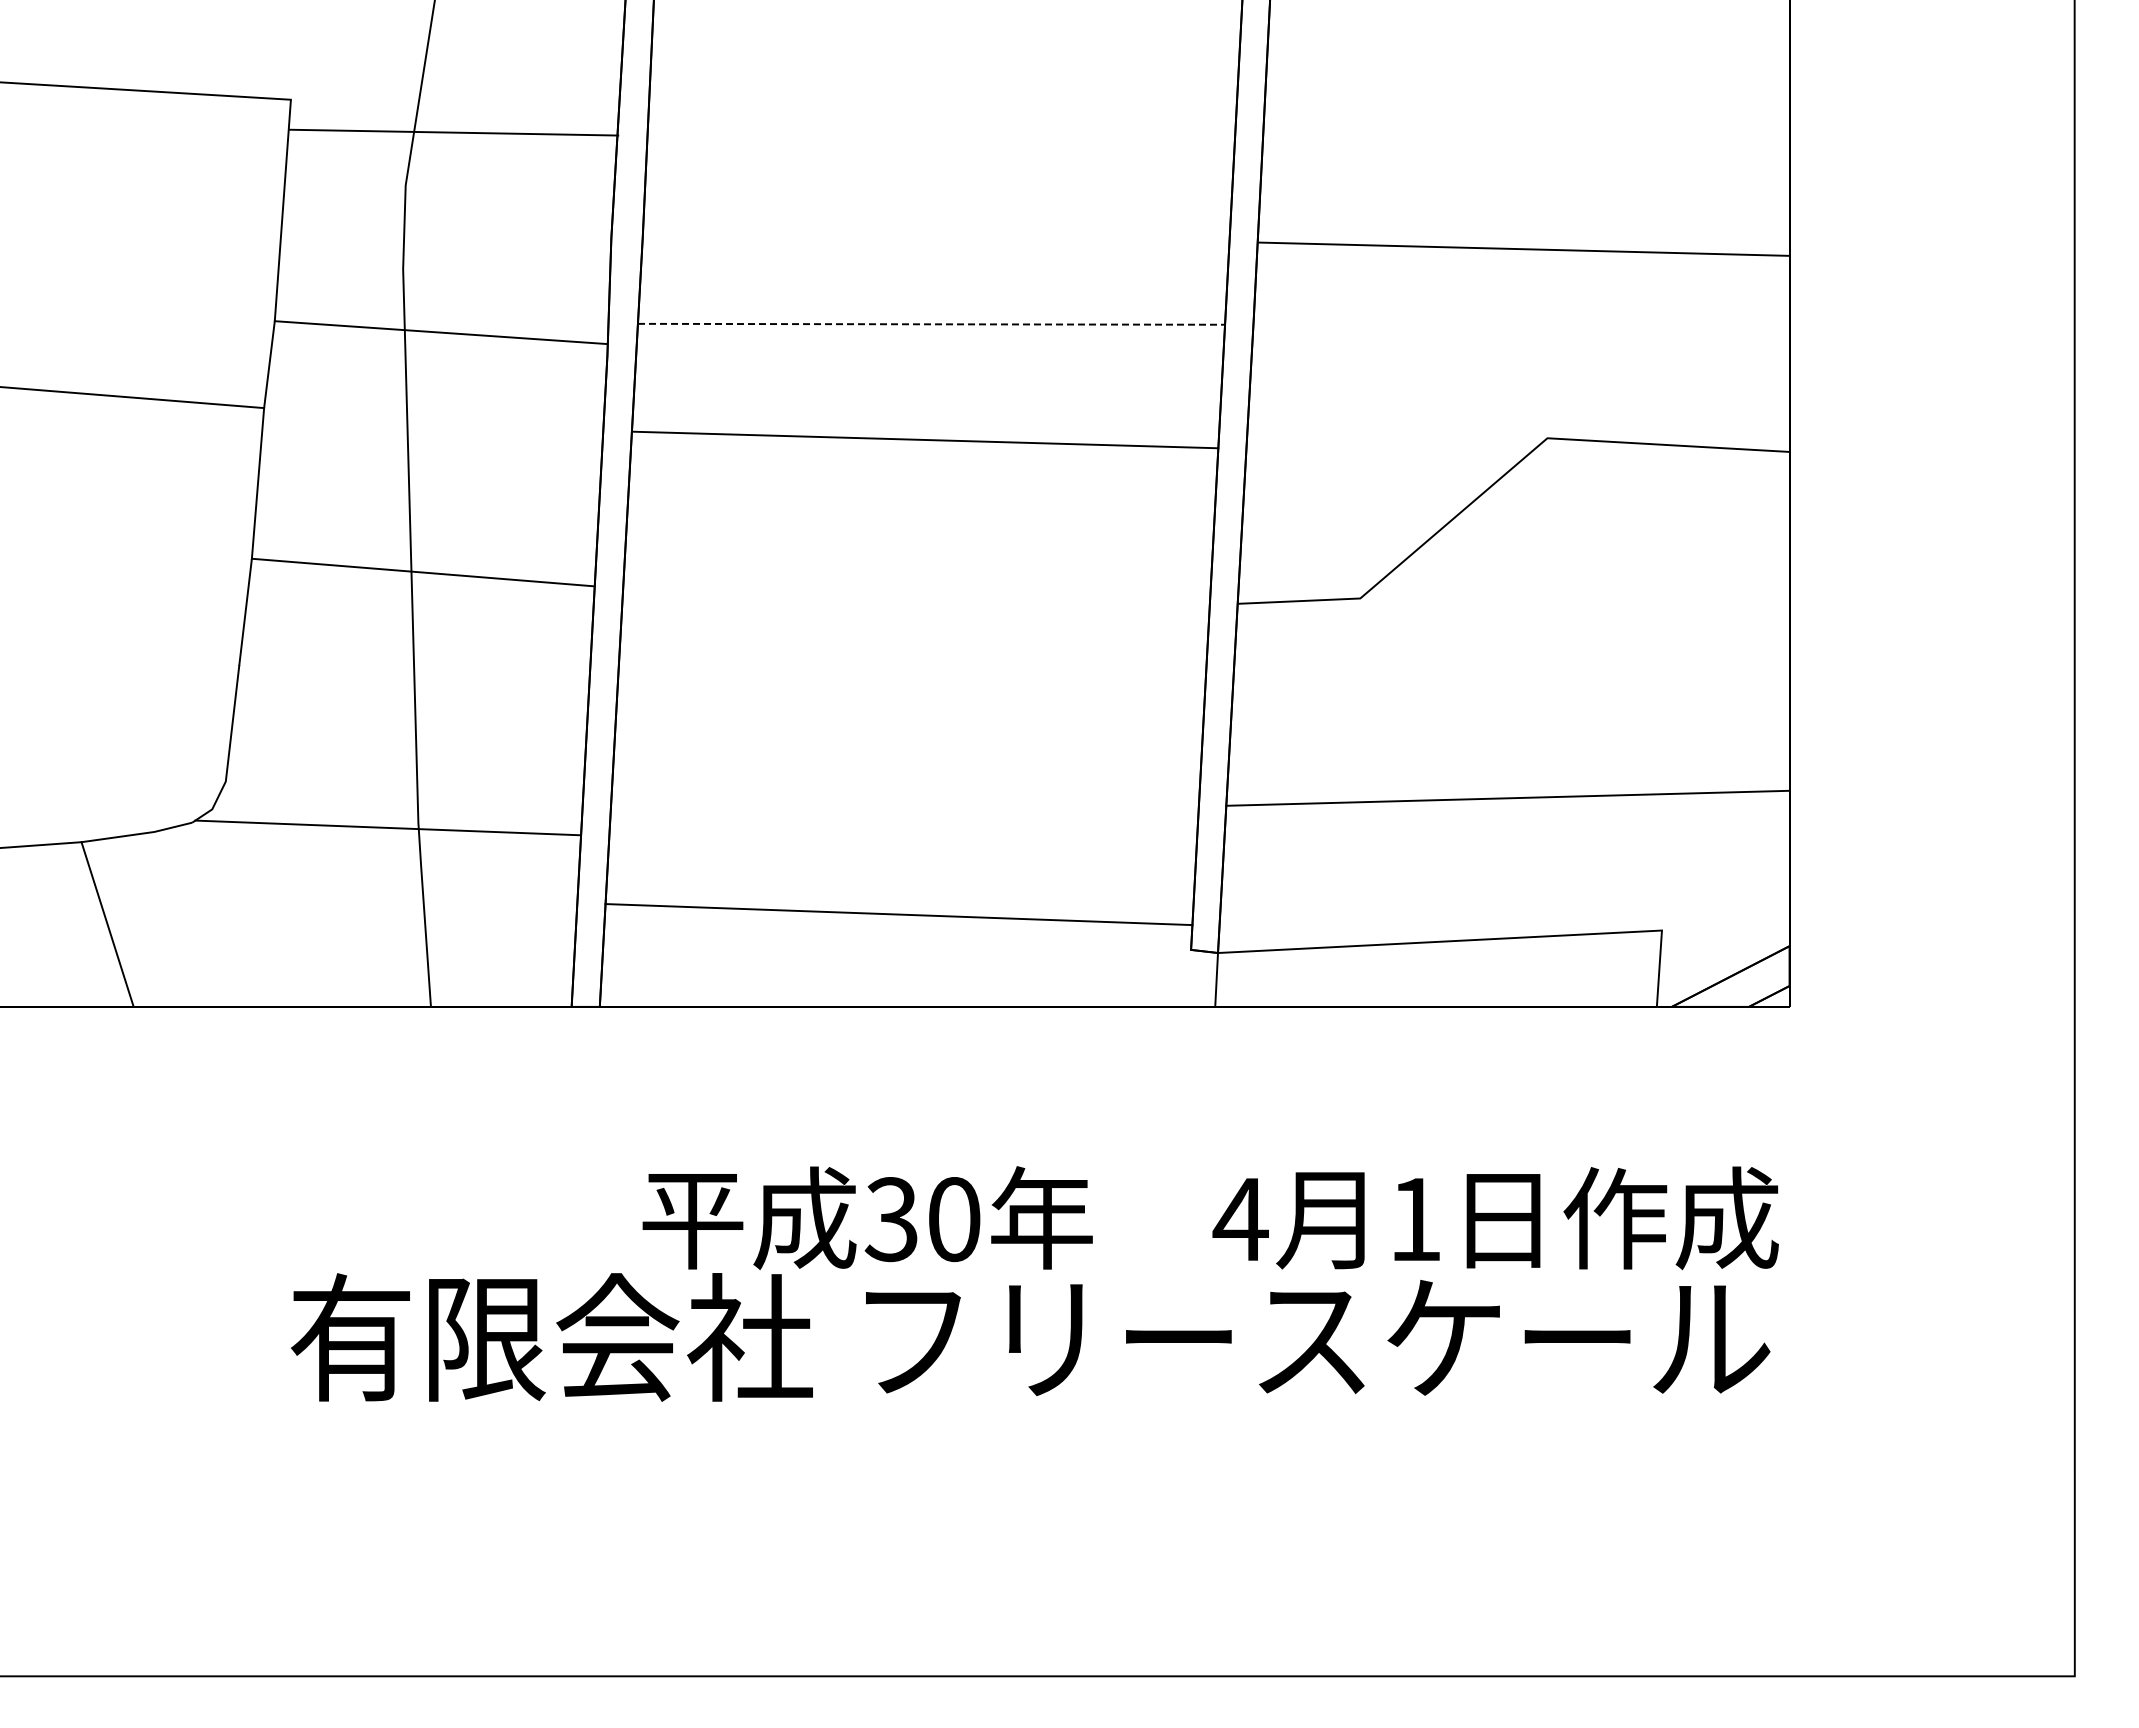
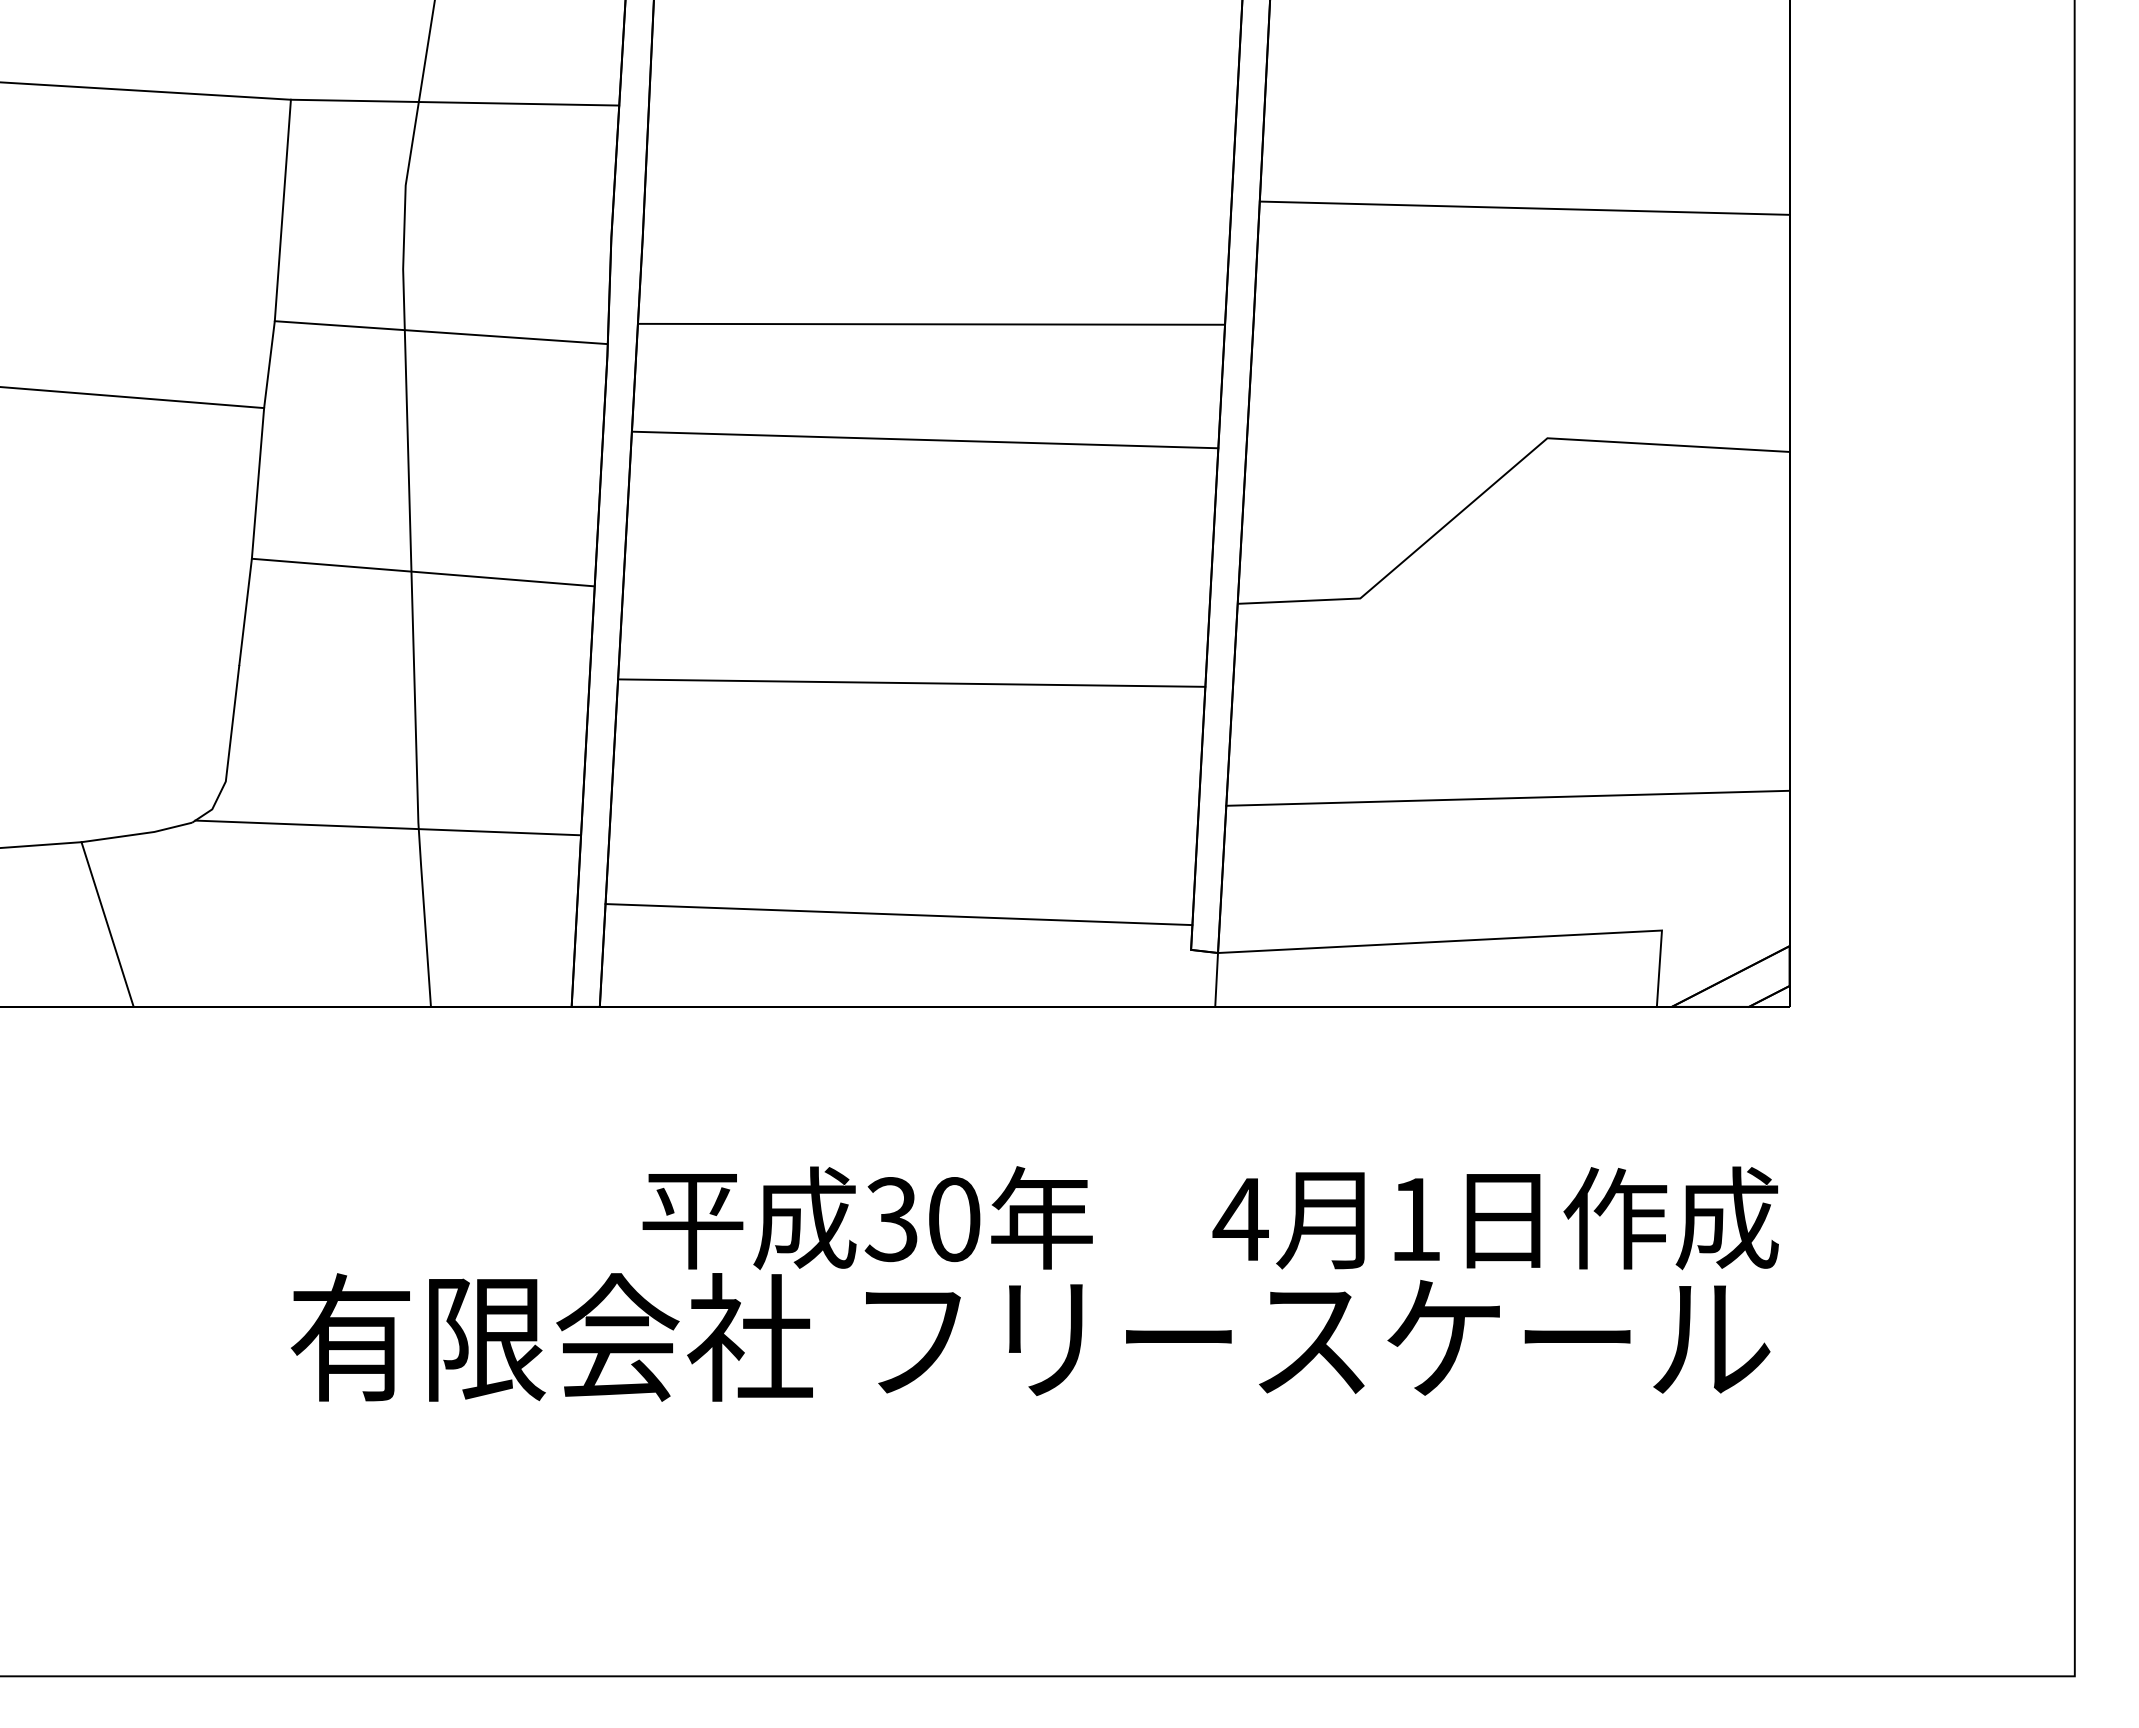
line at (453, 132) position: (453, 132) -> (454, 102)
line at (1523, 248) position: (1523, 248) -> (1524, 207)
line at (932, 324): dashed -> solid
line at (911, 682): none -> present
